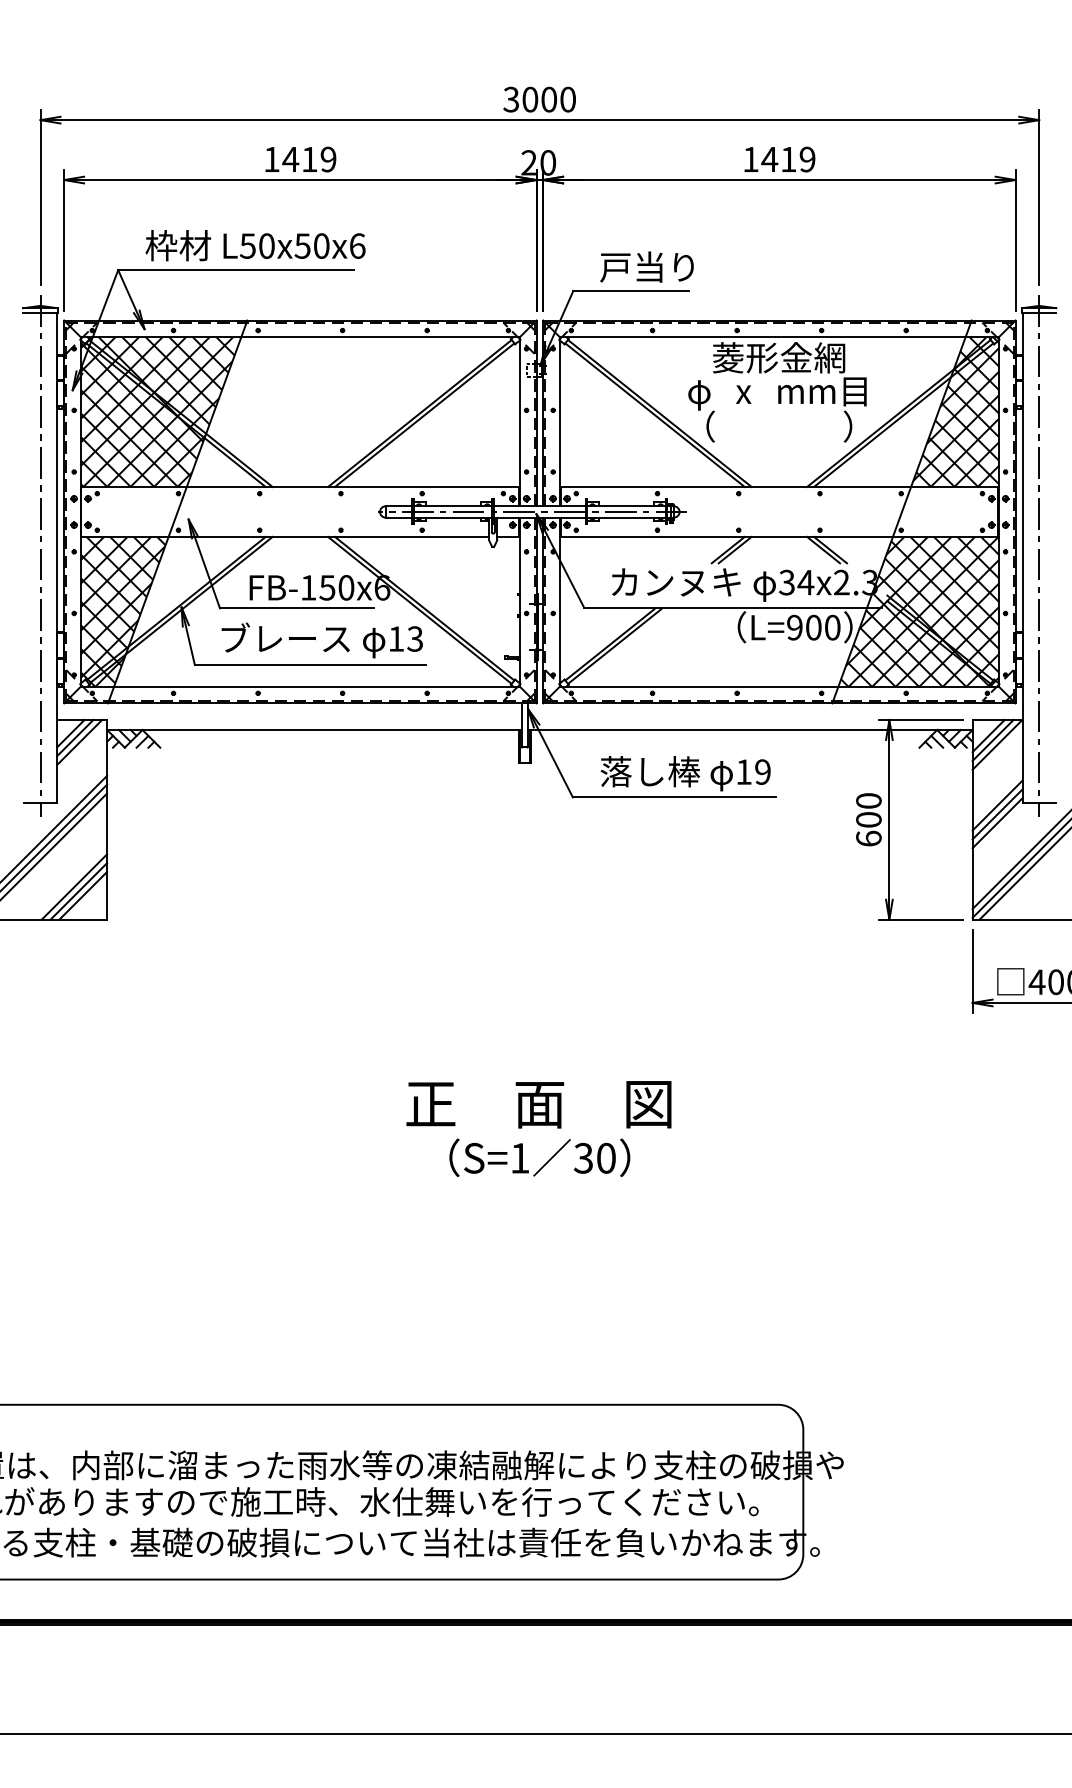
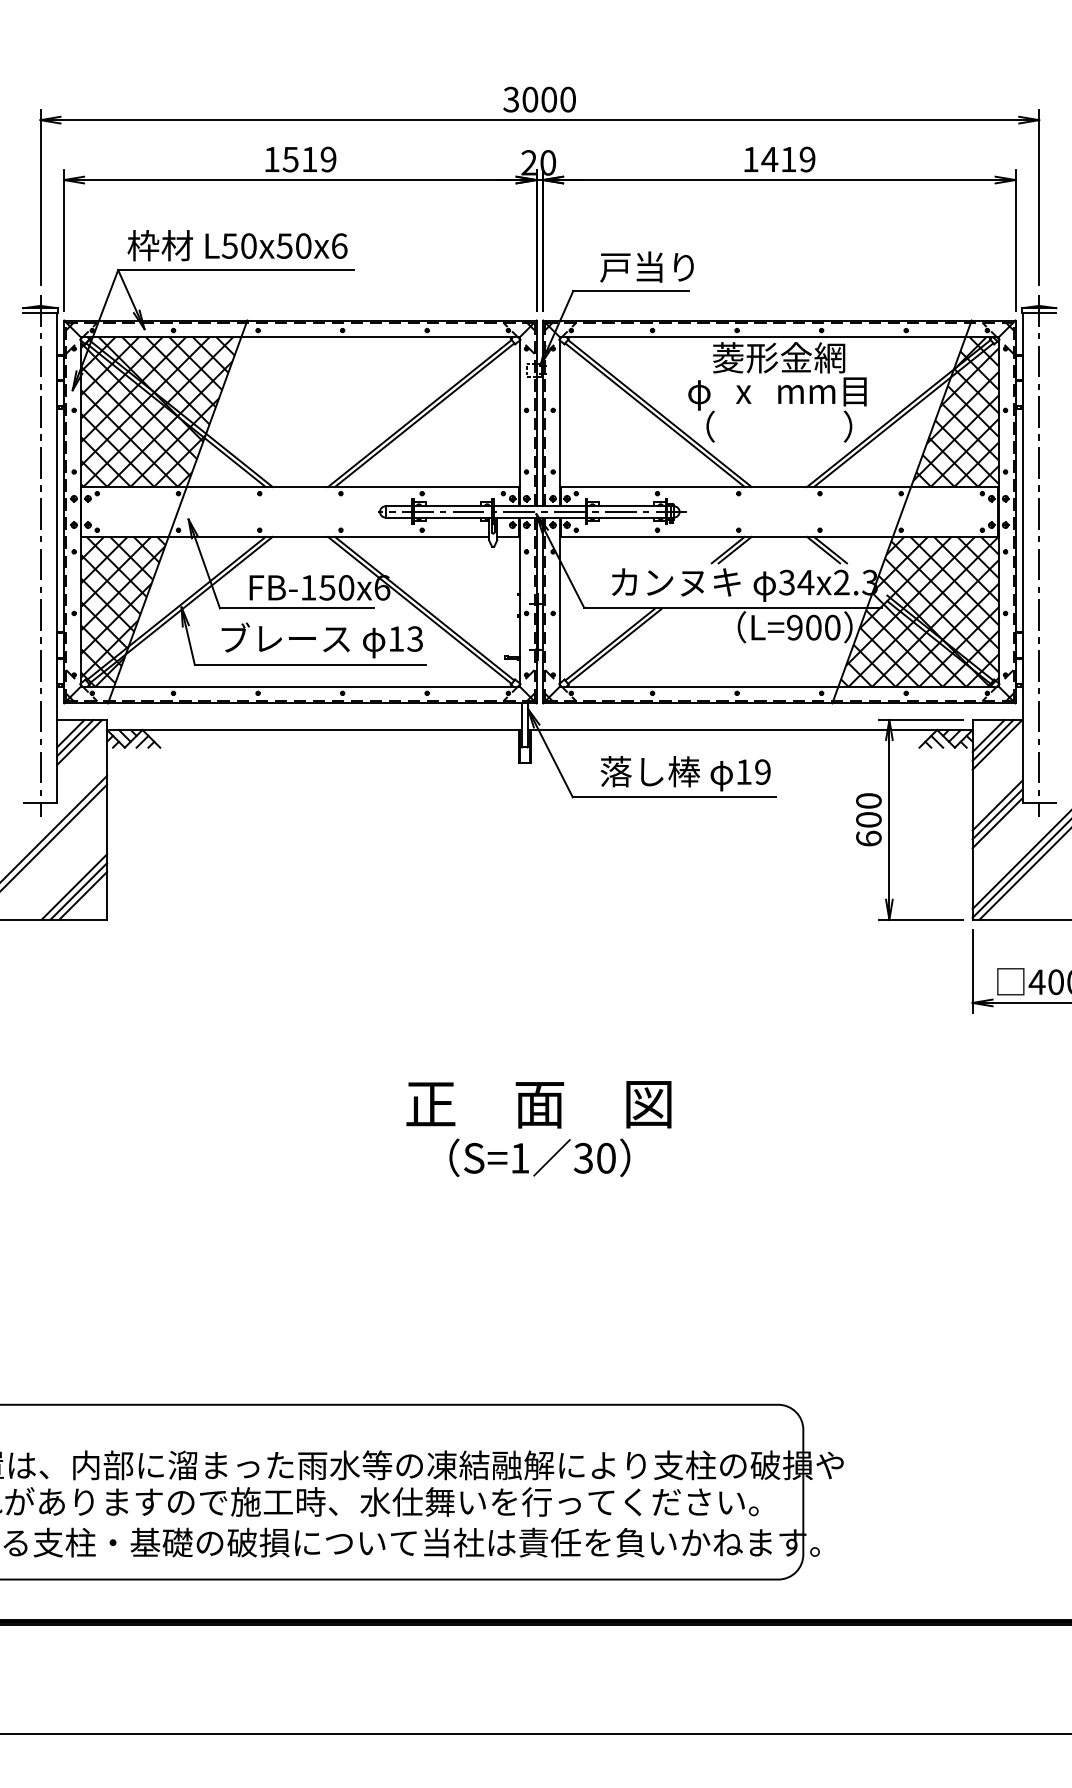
text at (290, 159): 1419 -> 1519
text at (255, 245) position: (255, 245) -> (237, 245)
line at (54, 845): present -> none
